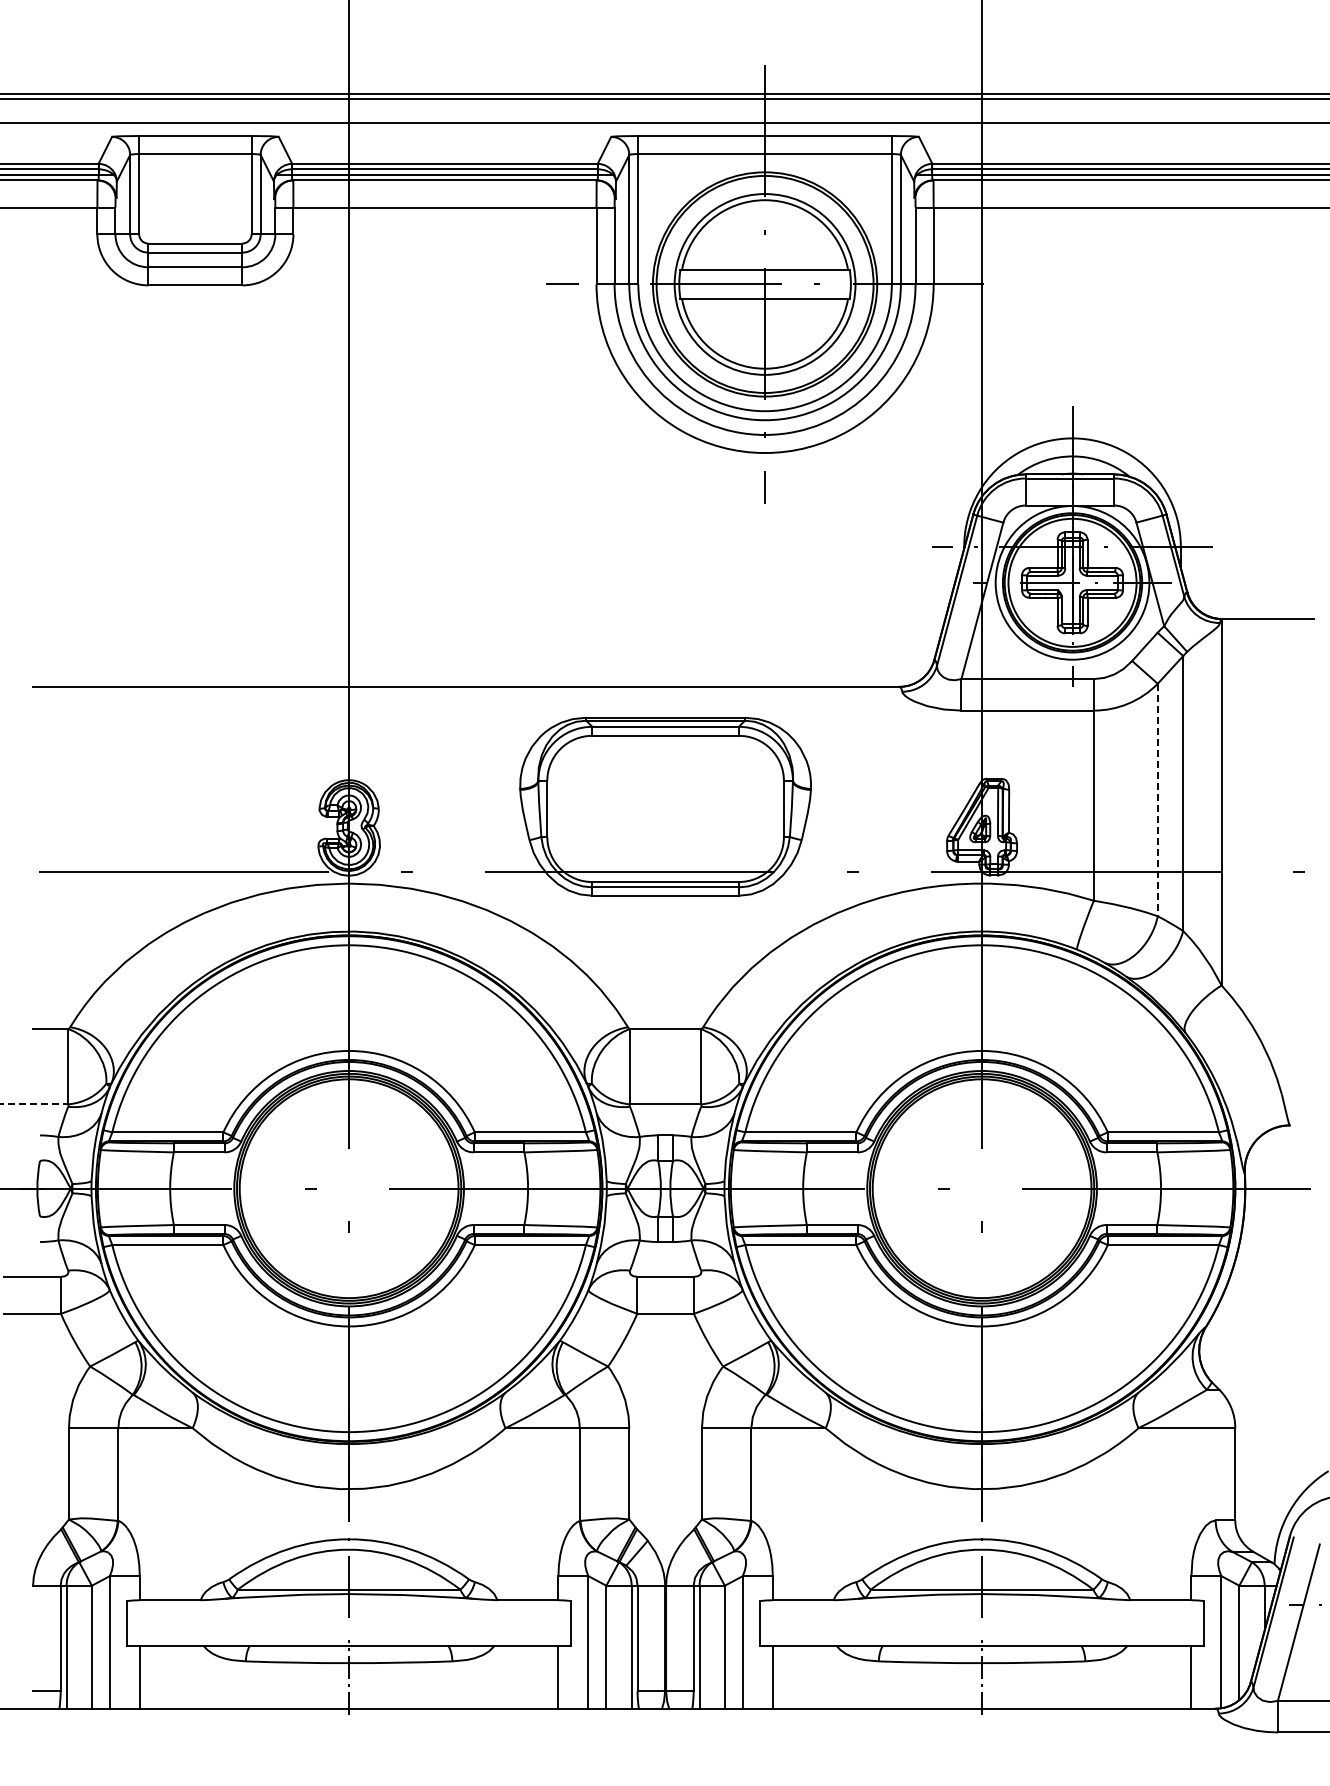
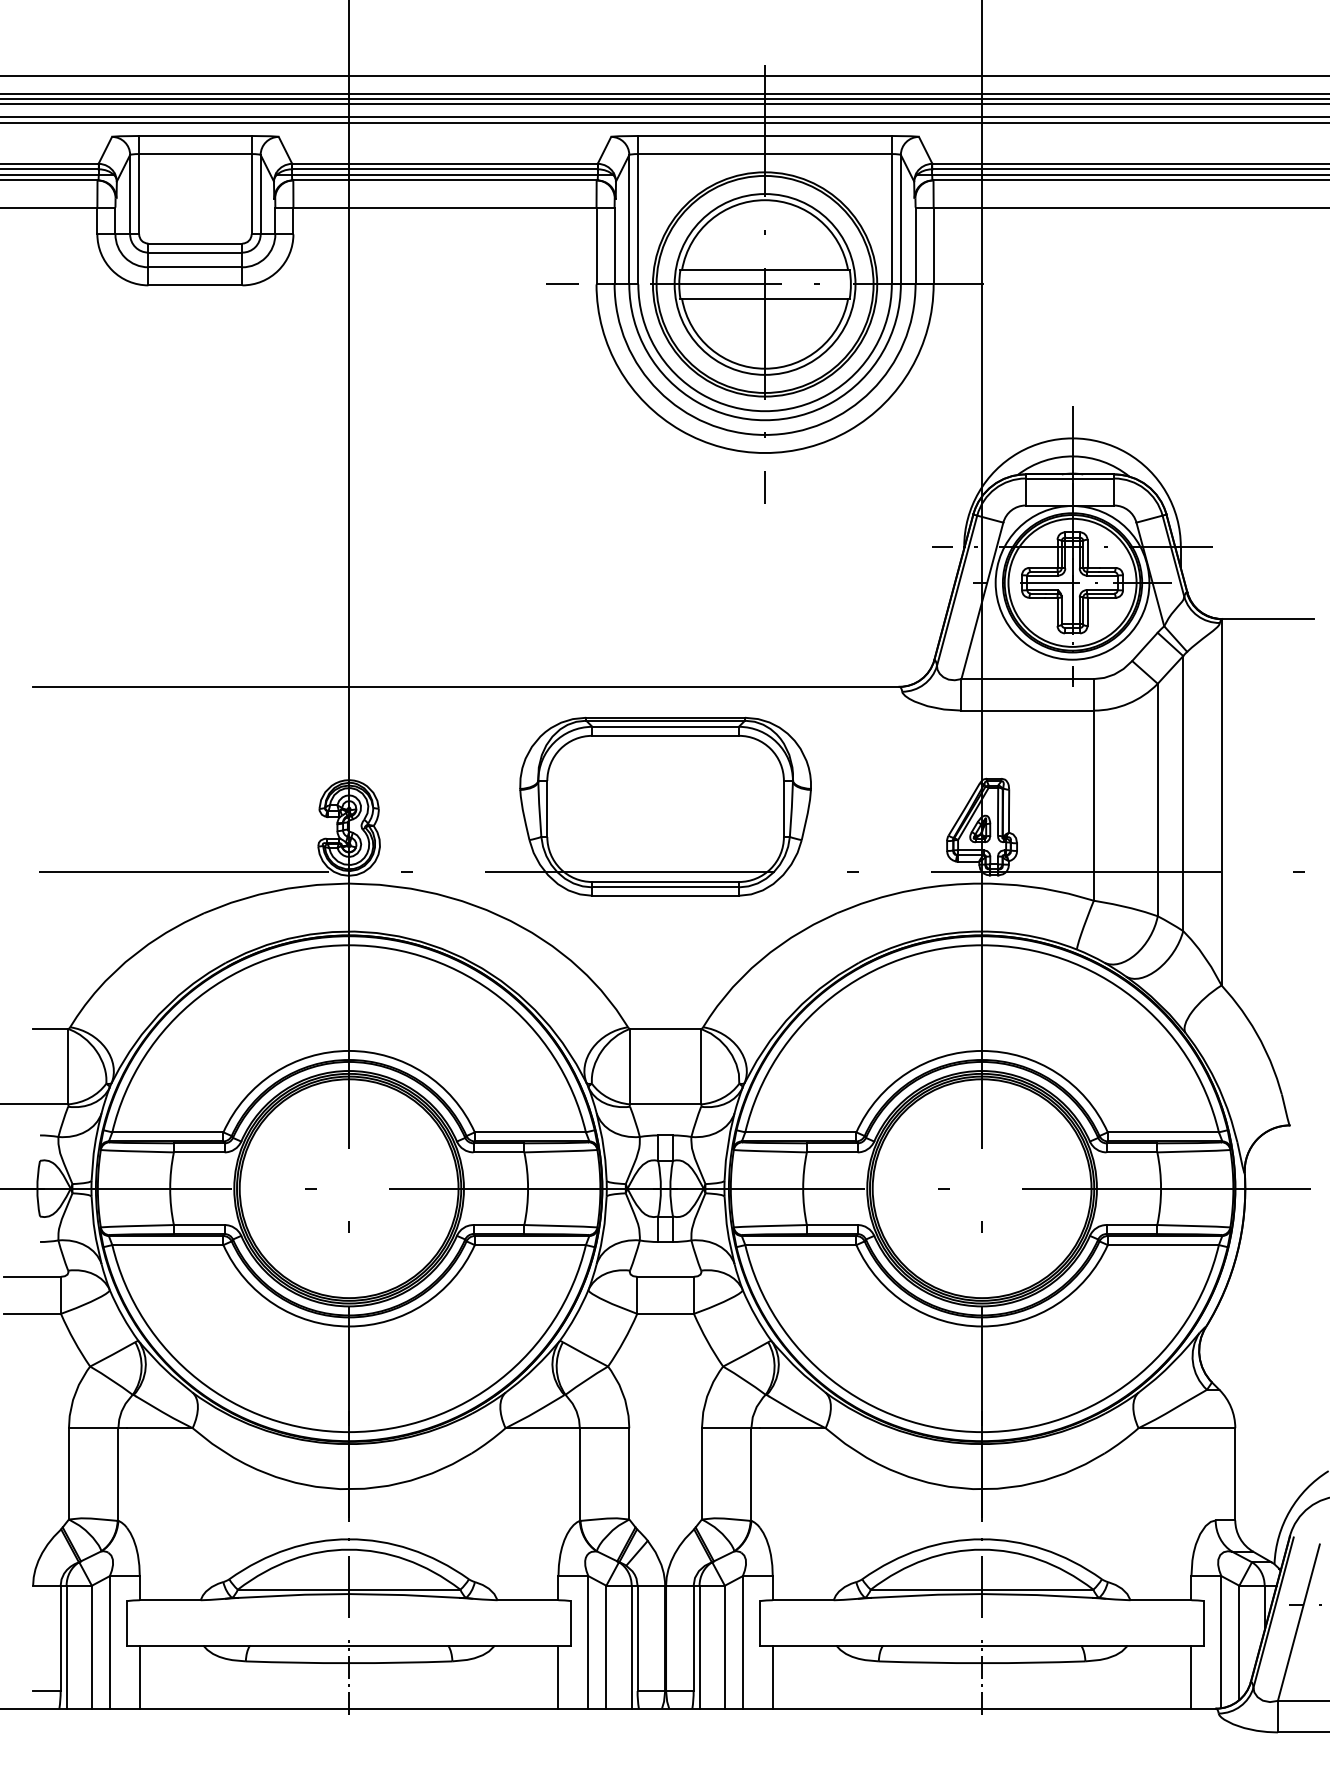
line at (664, 76): none -> present
line at (664, 104): none -> present
line at (664, 117): none -> present
line at (1157, 800): dashed -> solid
line at (34, 1104): dashed -> solid
